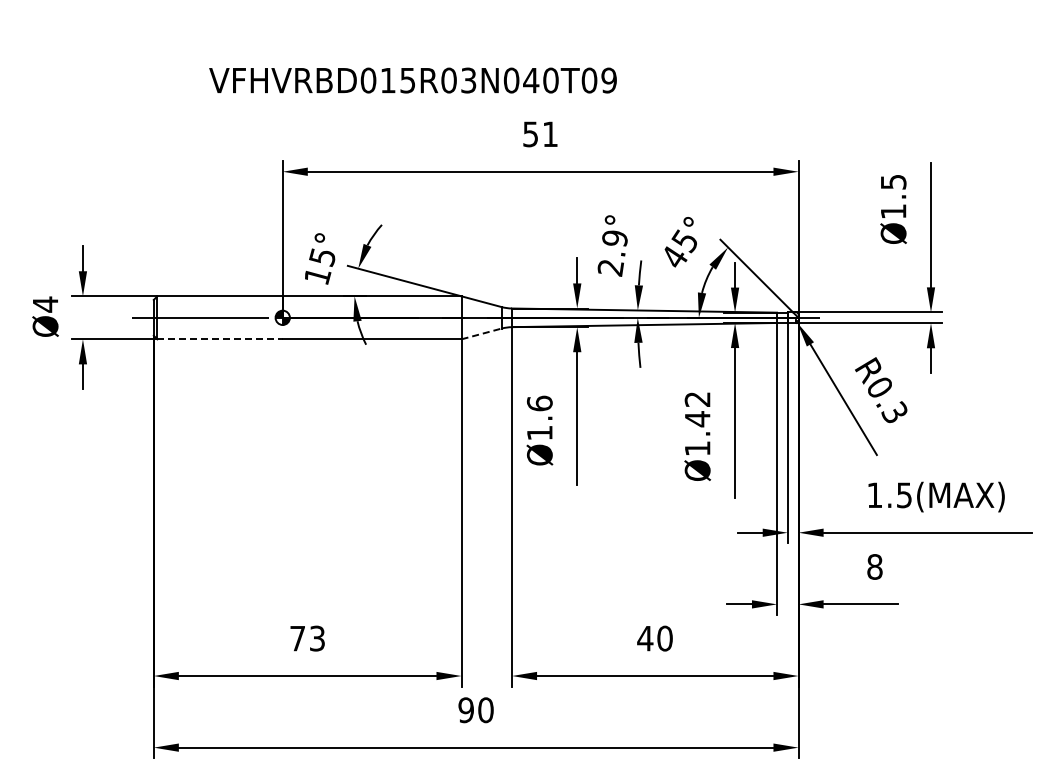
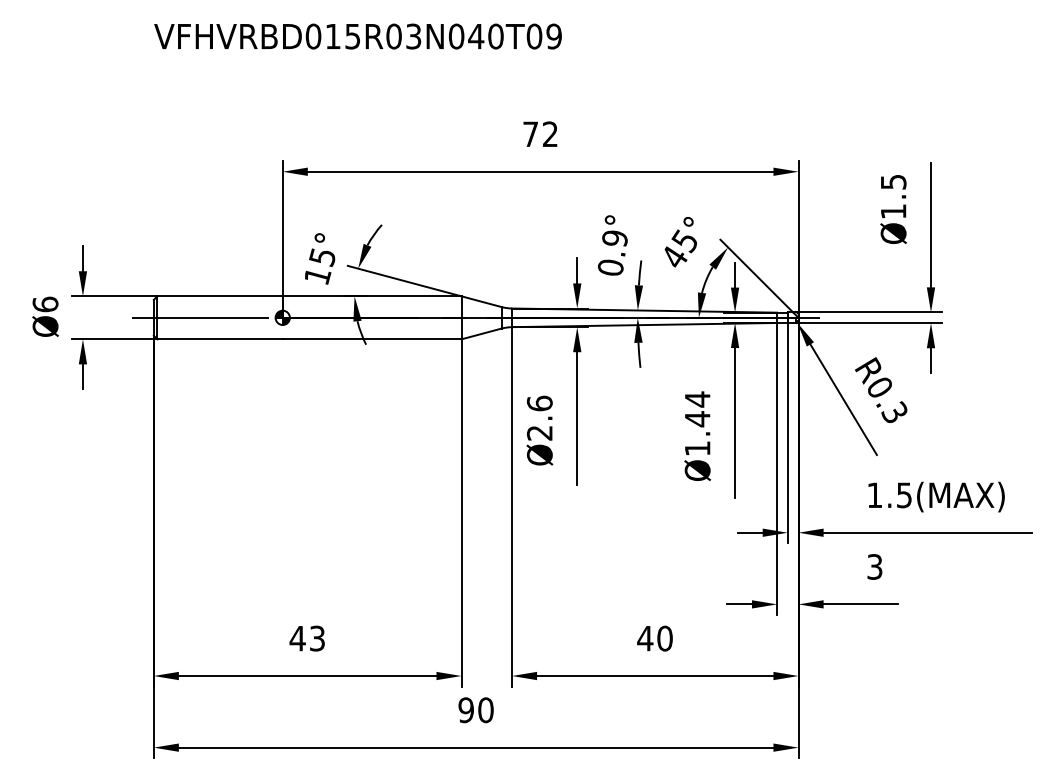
text at (412, 80) position: (412, 80) -> (357, 36)
text at (540, 134): 51 -> 72
text at (610, 267): 2.9° -> 0.9°
text at (45, 304): Ø4 -> Ø6
line at (481, 333): dashed -> solid
line at (220, 339): dashed -> solid
text at (697, 399): Ø1.42 -> Ø1.44
text at (539, 433): Ø1.6 -> Ø2.6
text at (874, 566): 8 -> 3
text at (297, 638): 73 -> 43
